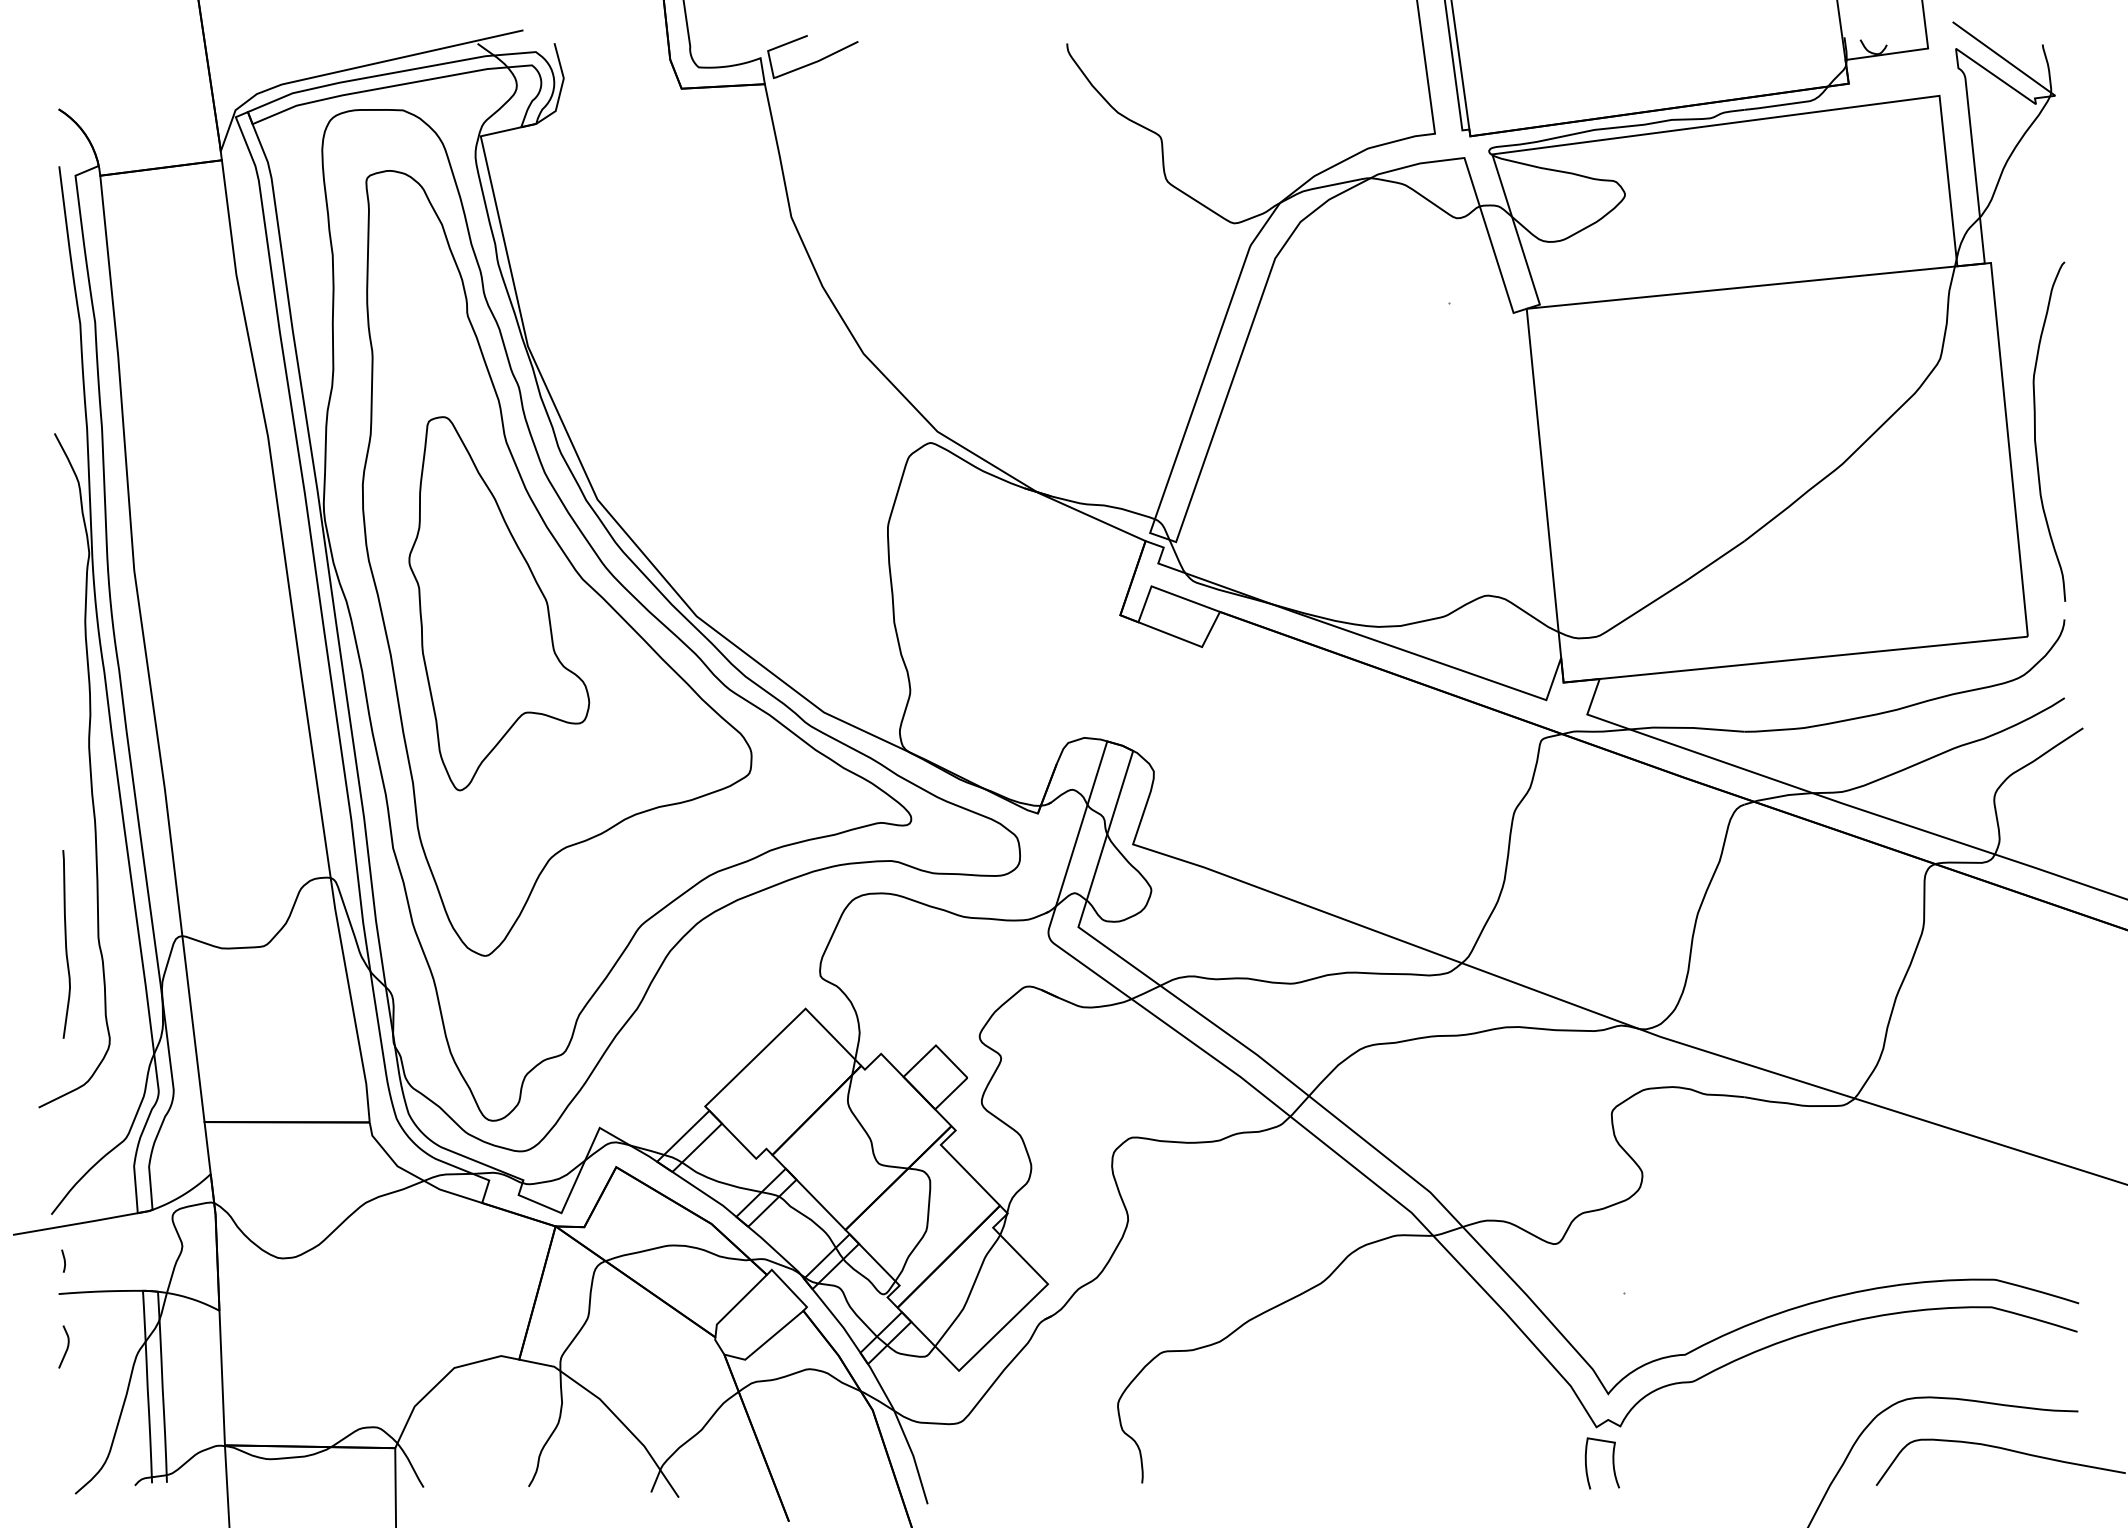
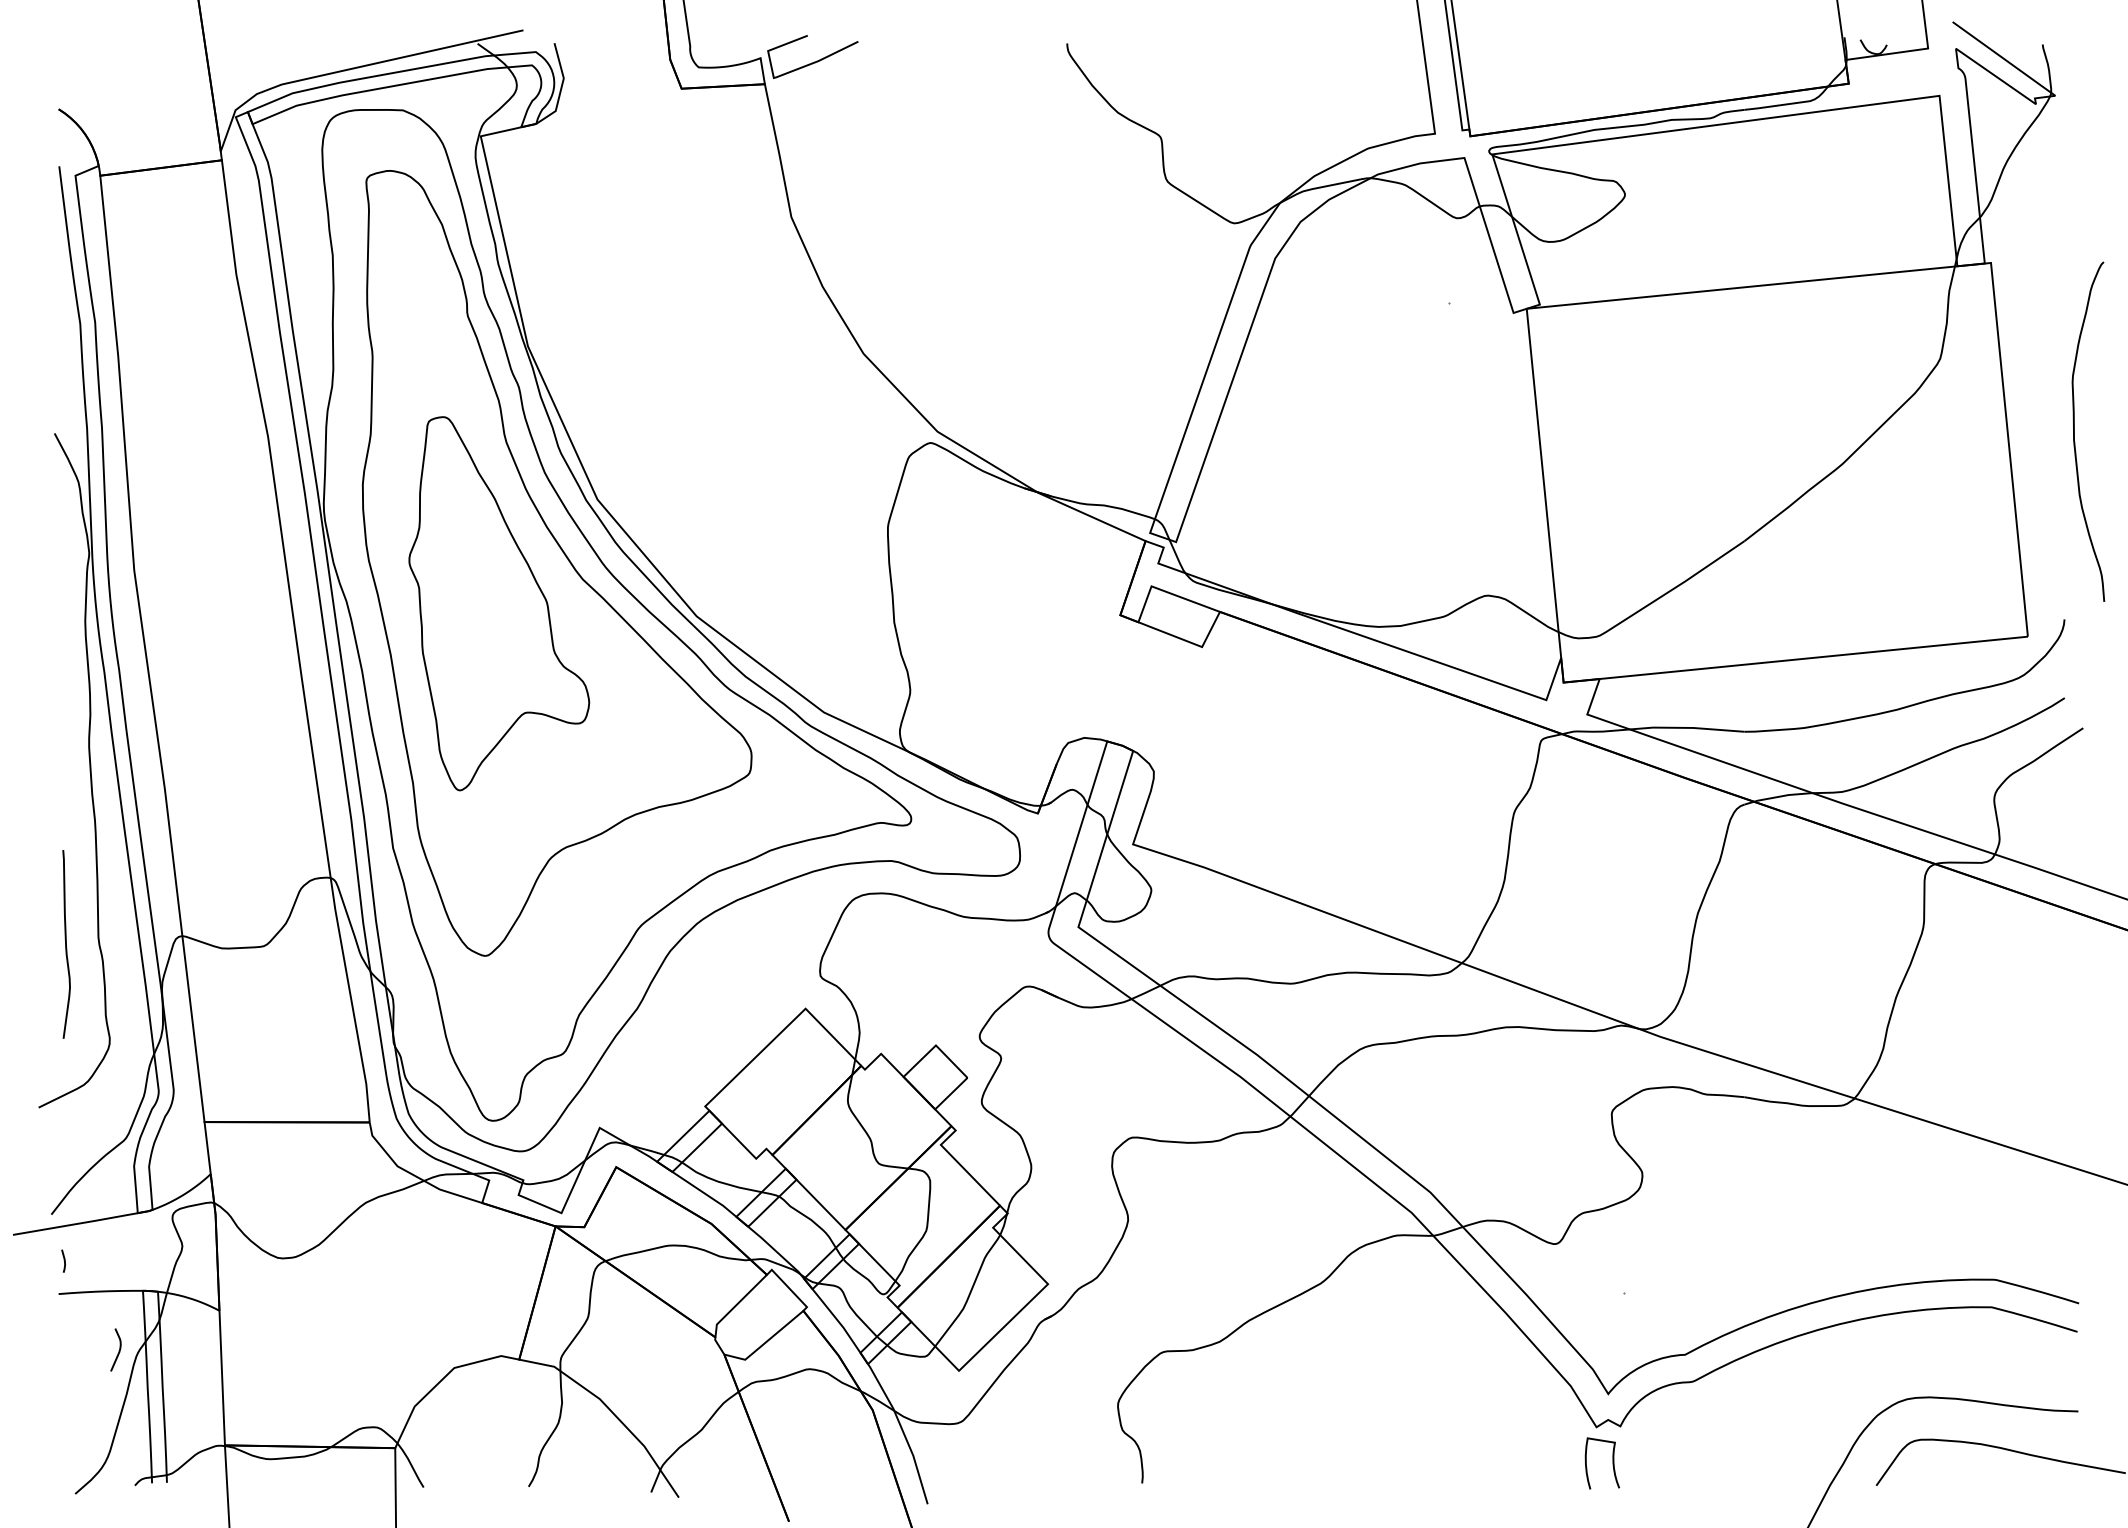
curve at (2035, 431) position: (2035, 431) -> (2074, 431)
curve at (66, 1347) position: (66, 1347) -> (118, 1350)
